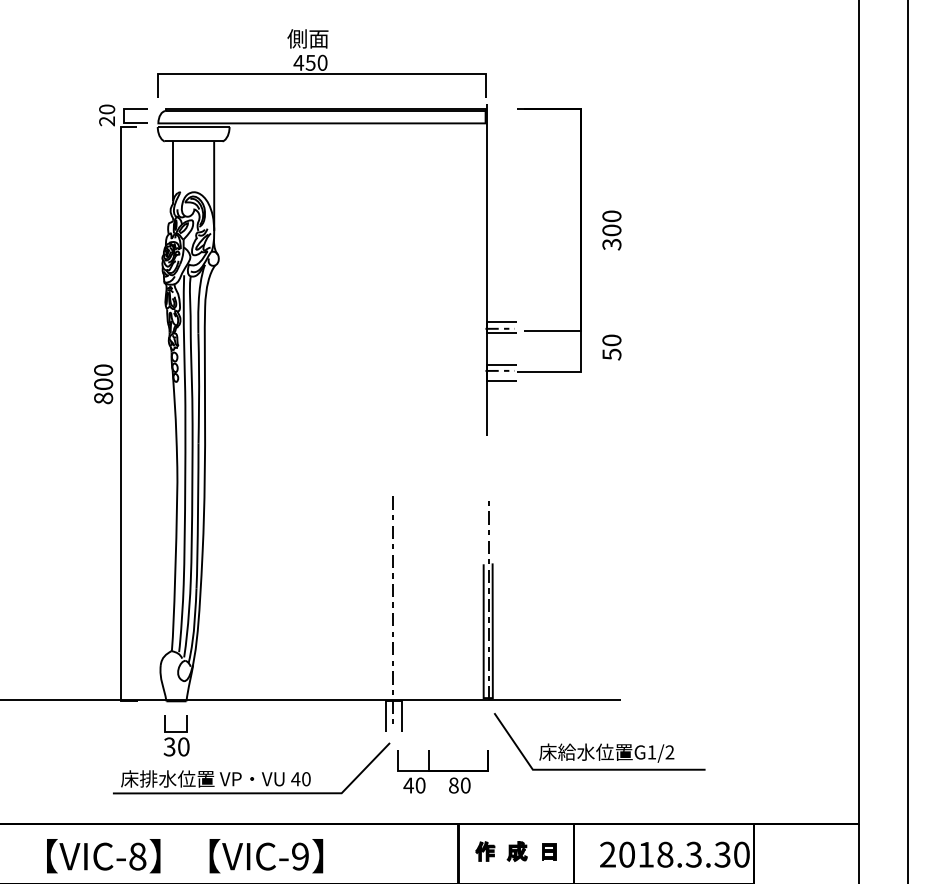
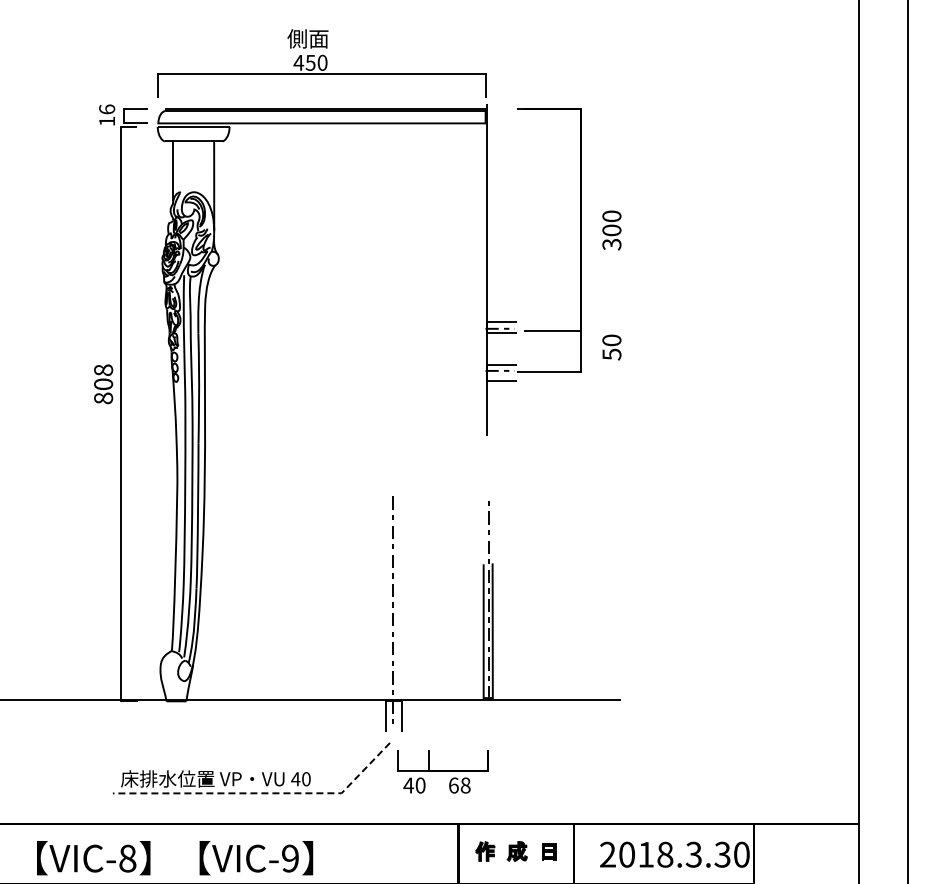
text at (107, 115): 20 -> 16
text at (103, 369): 800 -> 808
part at (176, 735): present -> none
part at (599, 741): present -> none
text at (459, 785): 80 -> 68
line at (262, 793): solid -> dashed
text at (185, 856) position: (185, 856) -> (175, 858)
